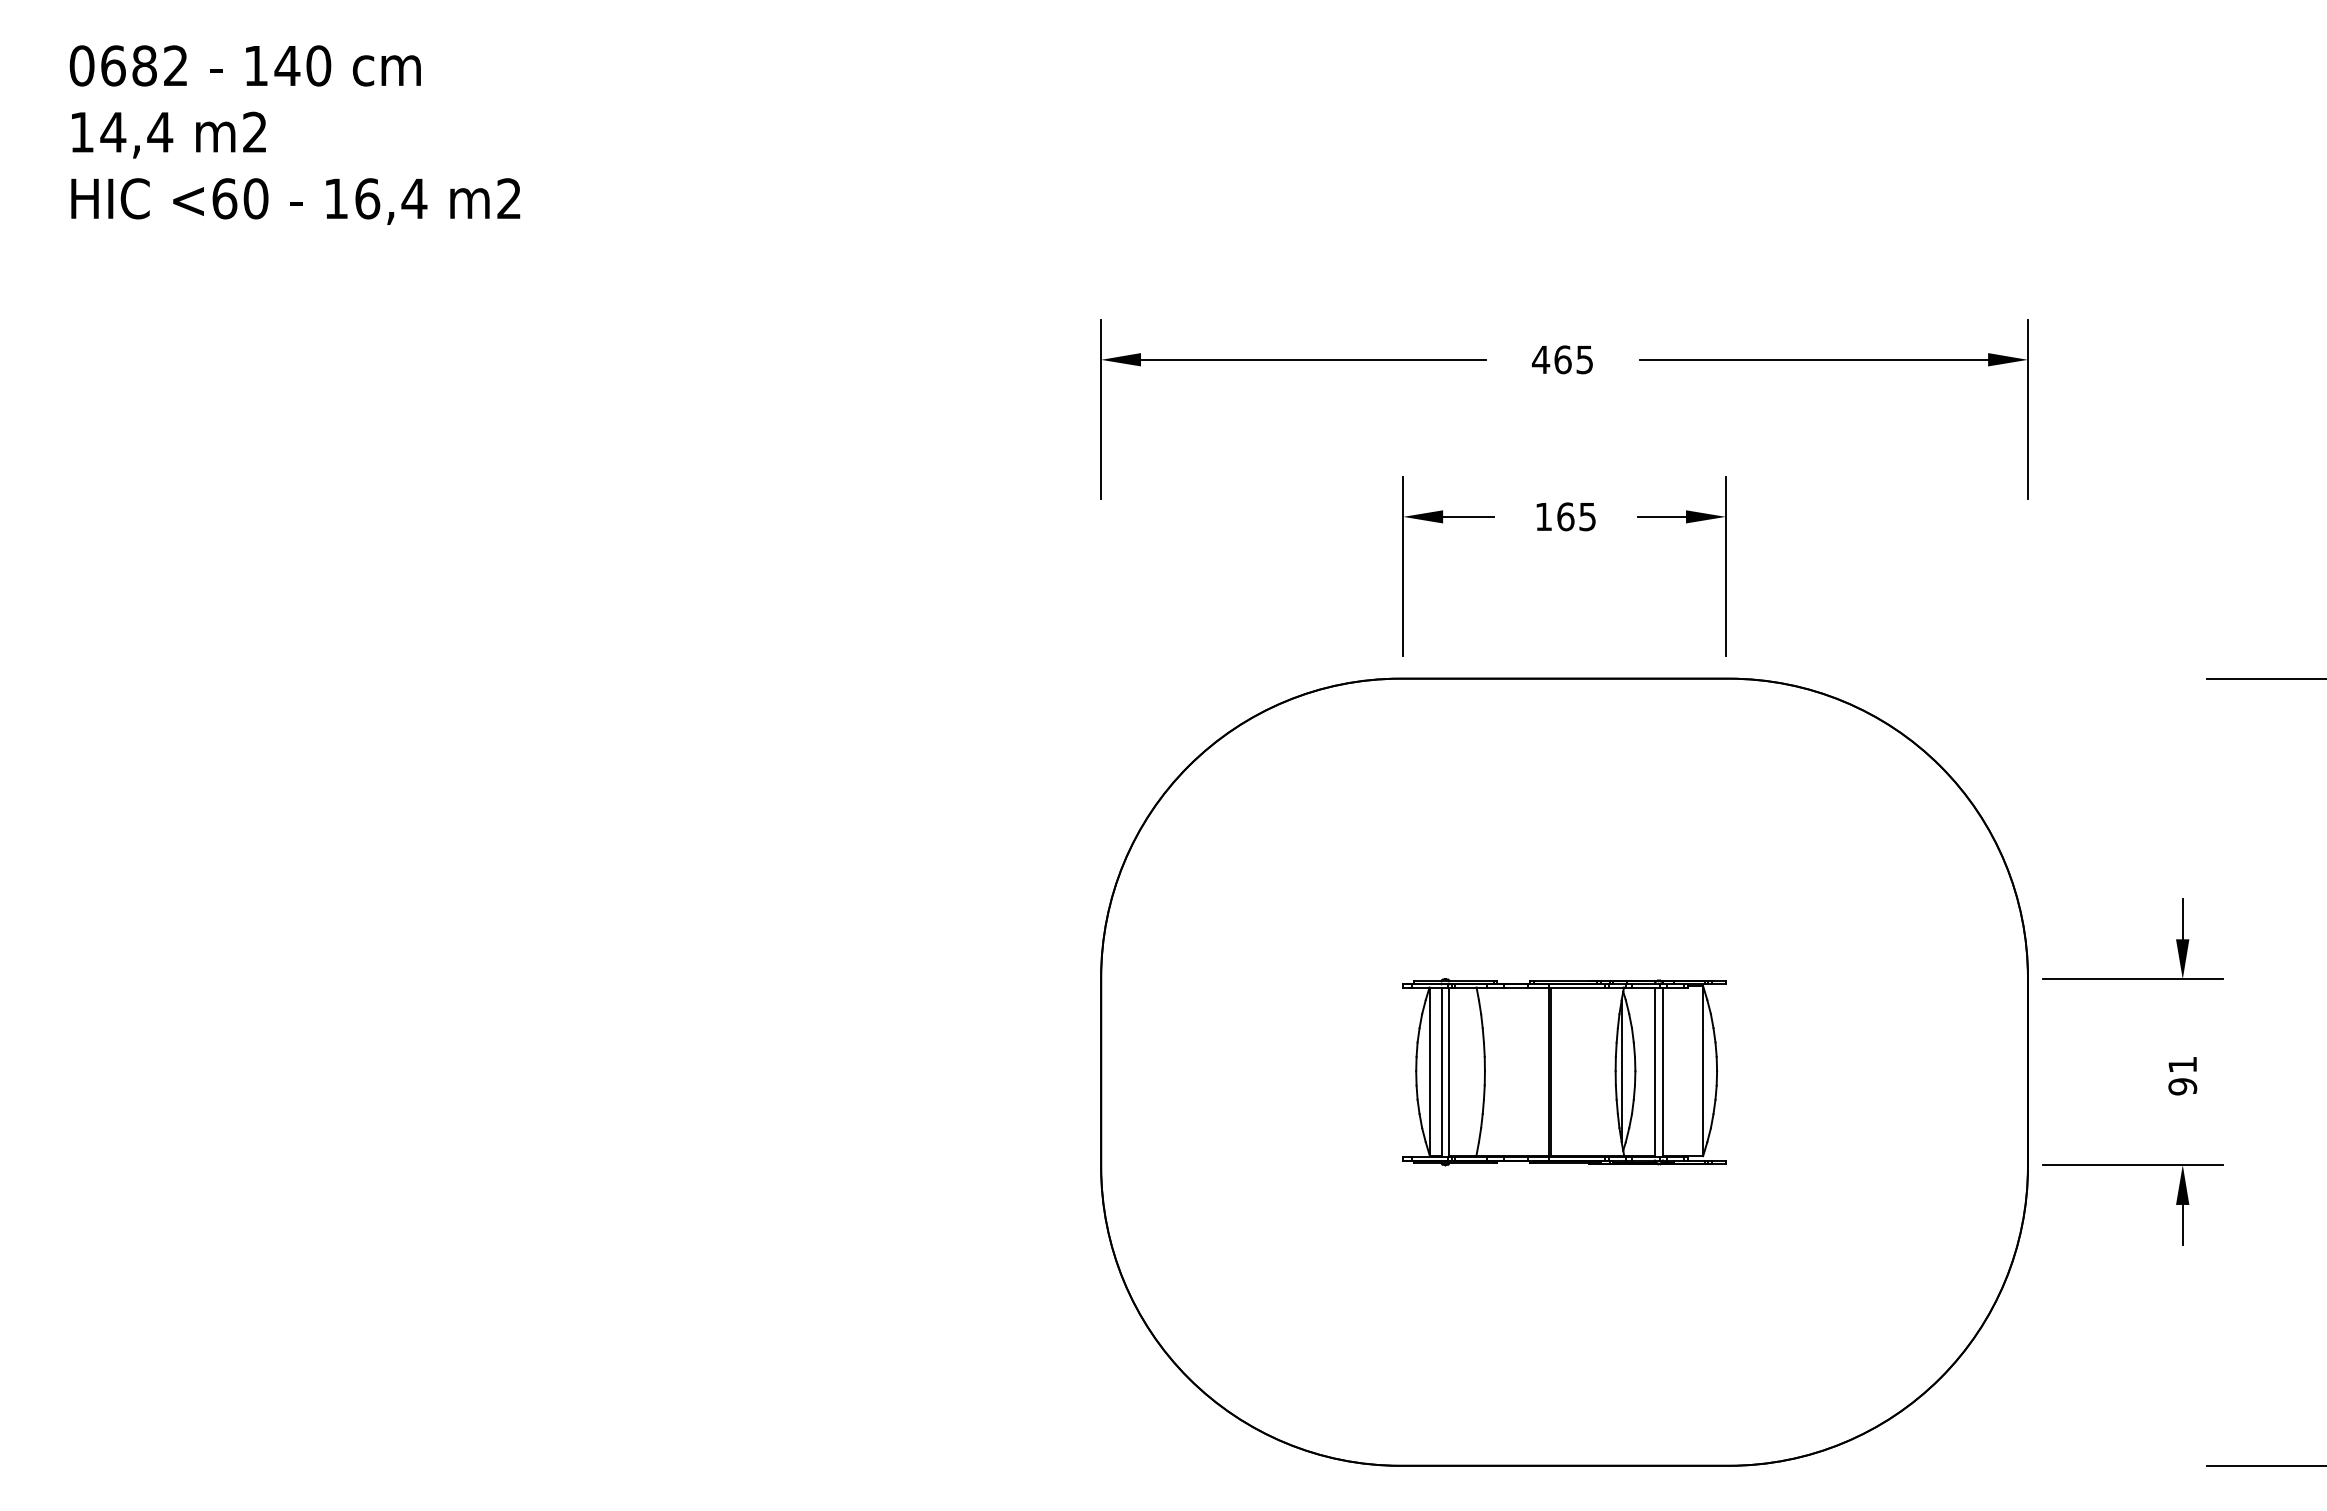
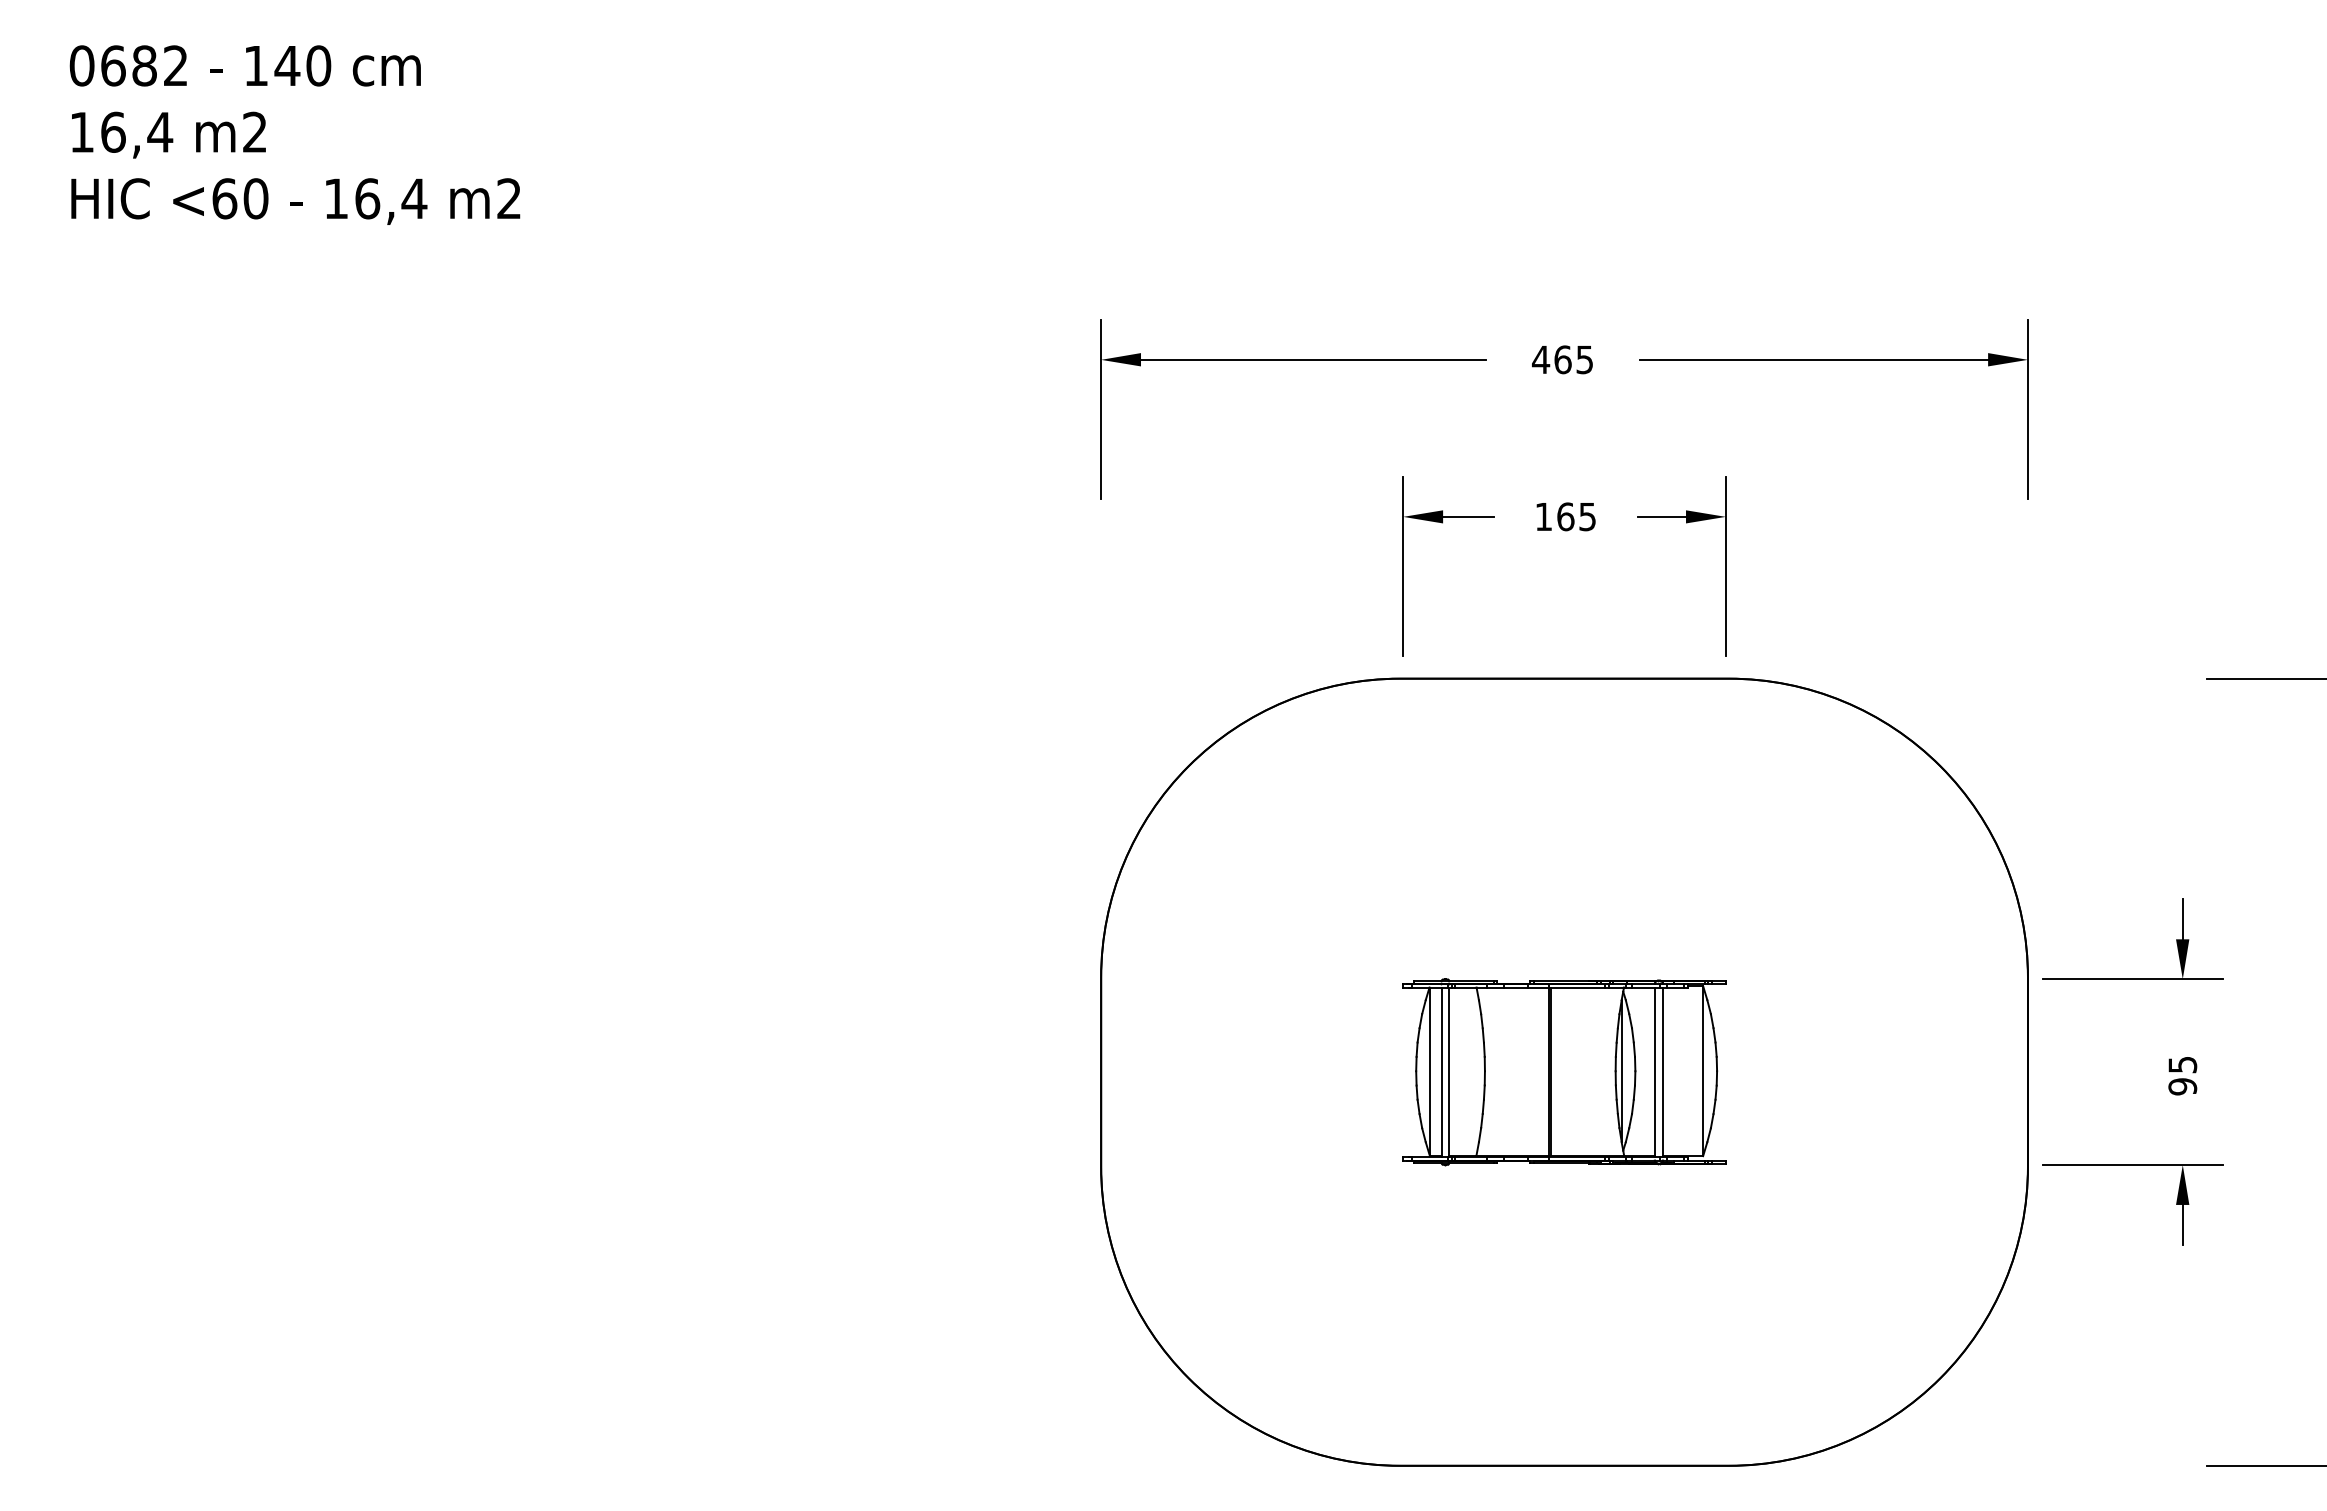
text at (113, 131): 14,4 -> 16,4
text at (2182, 1065): 91 -> 95
